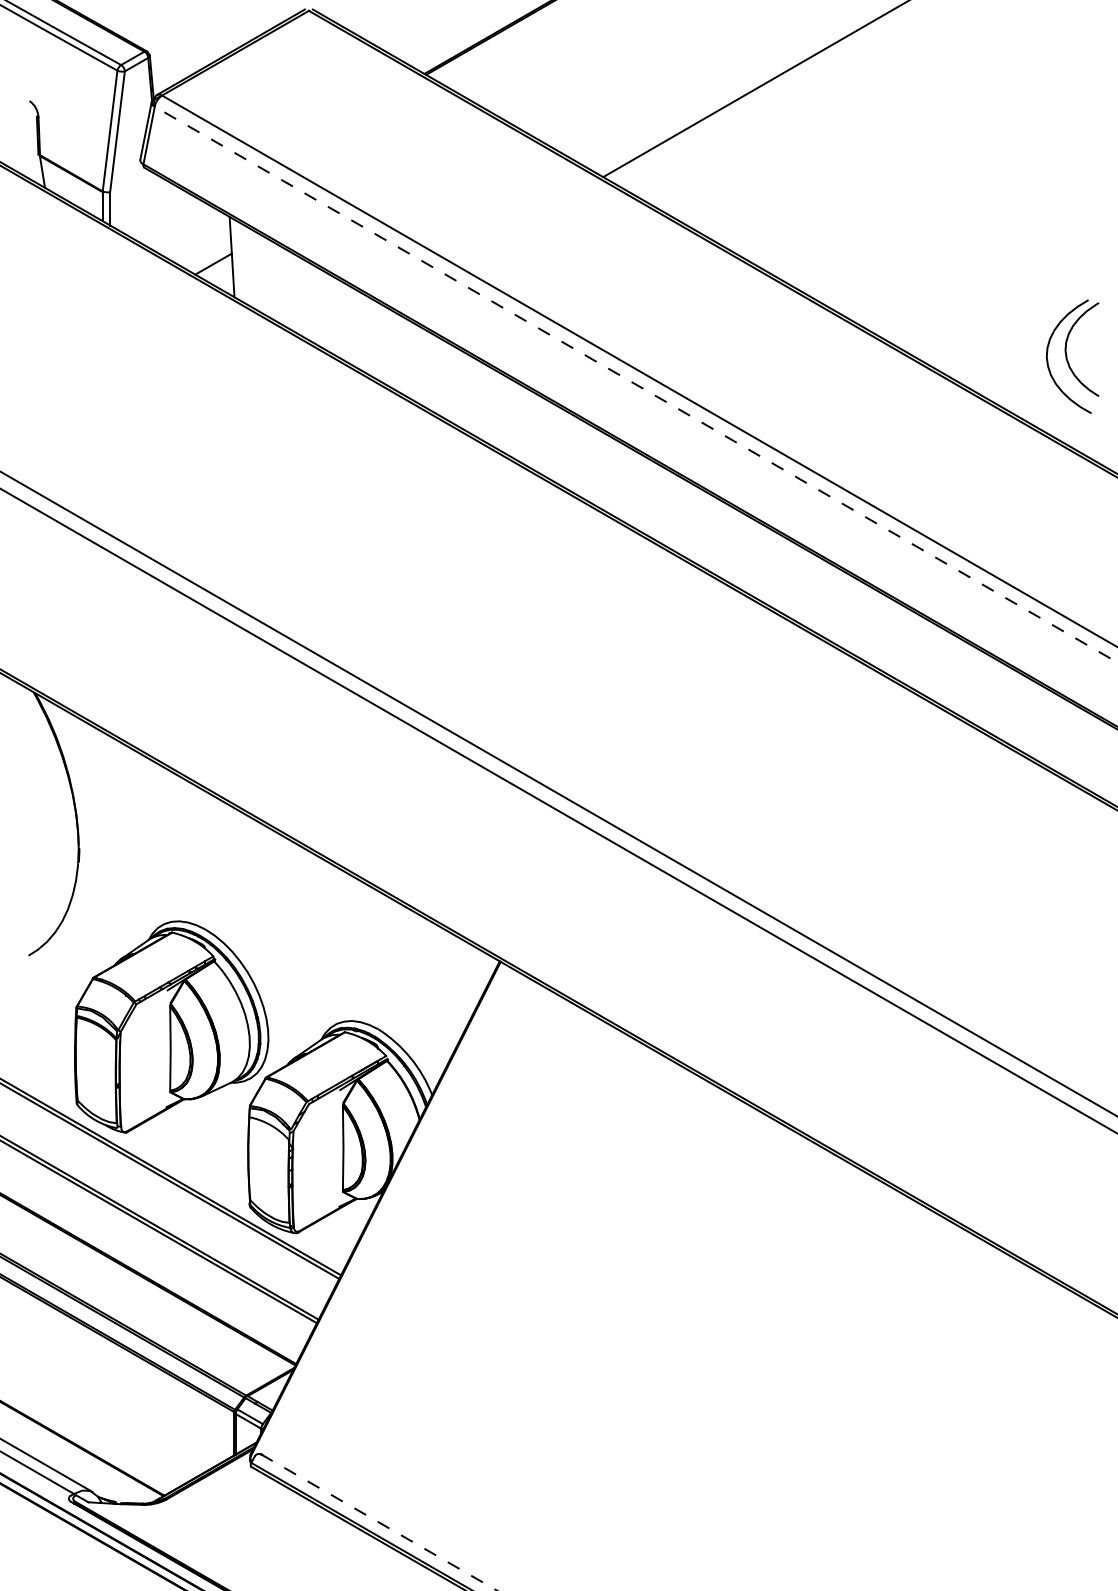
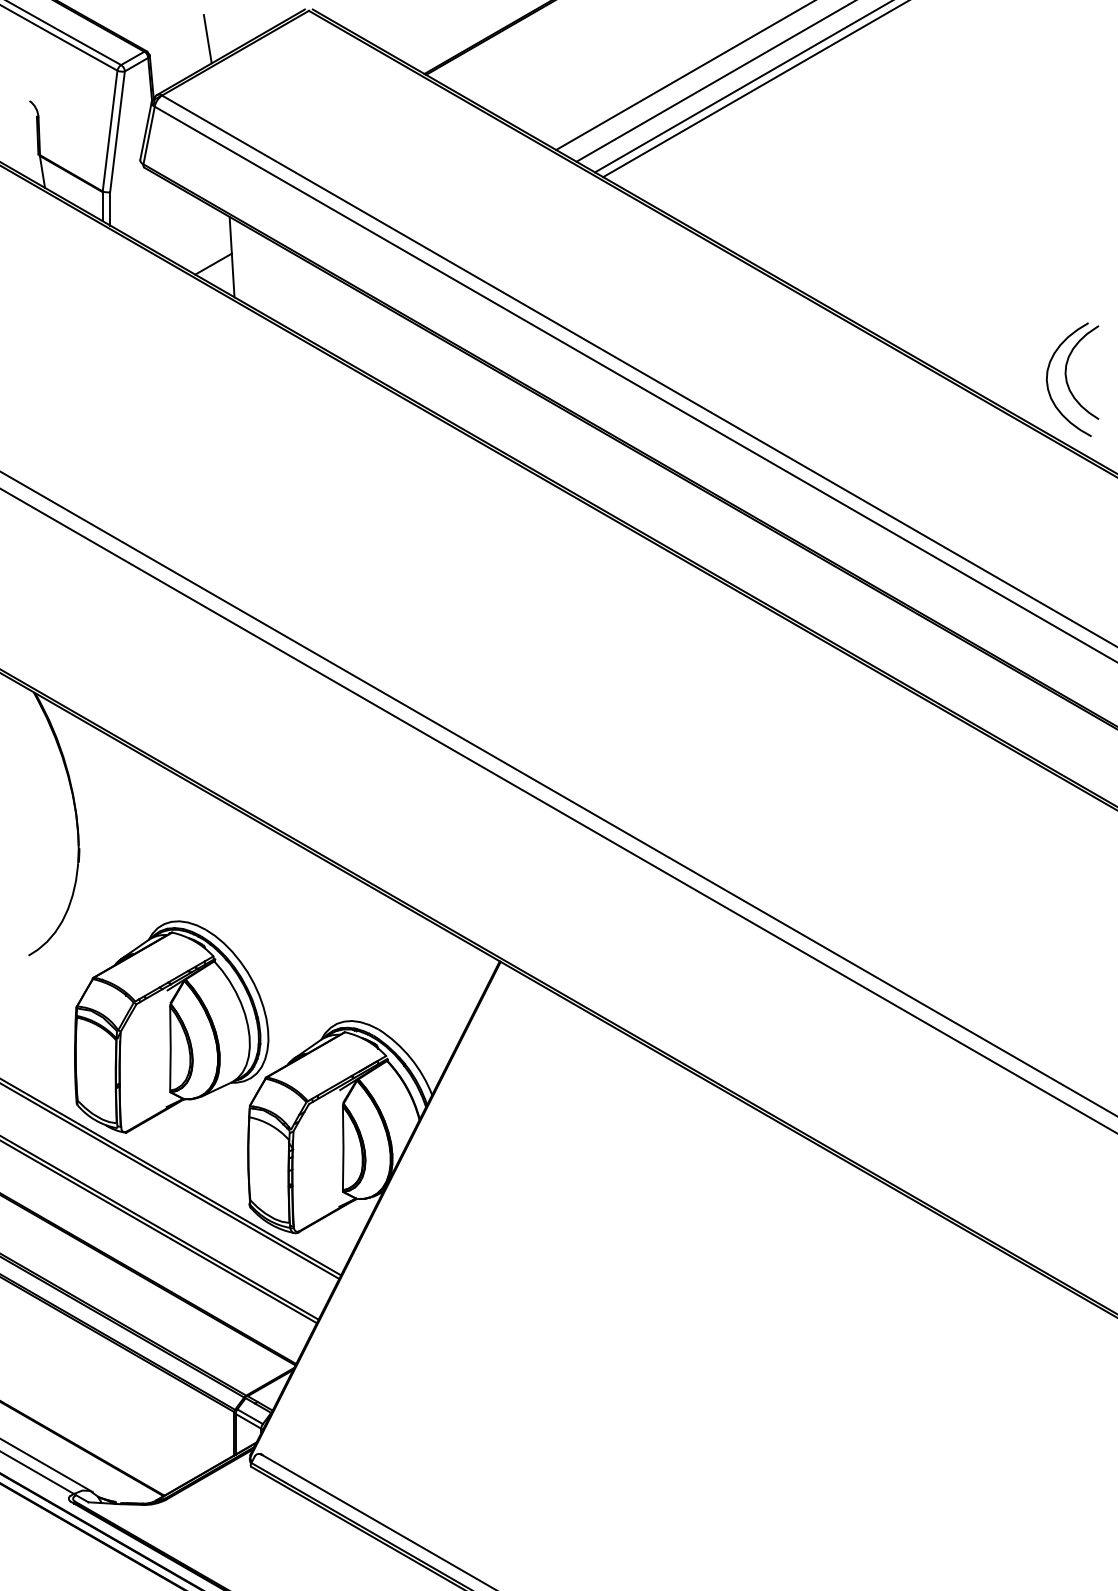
line at (207, 39): none -> present
line at (684, 76): none -> present
line at (714, 81): none -> present
line at (741, 87): none -> present
part at (1072, 356) position: (1072, 356) -> (1072, 379)
line at (636, 384): dashed -> solid
line at (379, 1522): dashed -> solid
